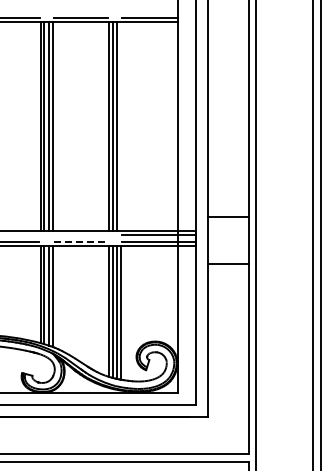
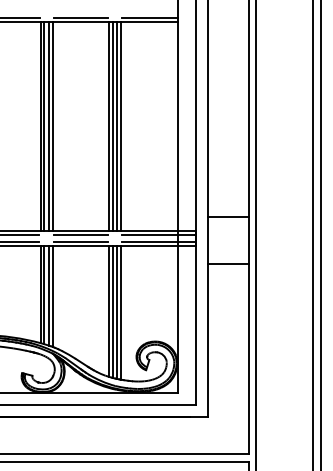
line at (121, 126): none -> present
line at (20, 234): none -> present
line at (80, 234): none -> present
line at (81, 241): dashed -> solid
